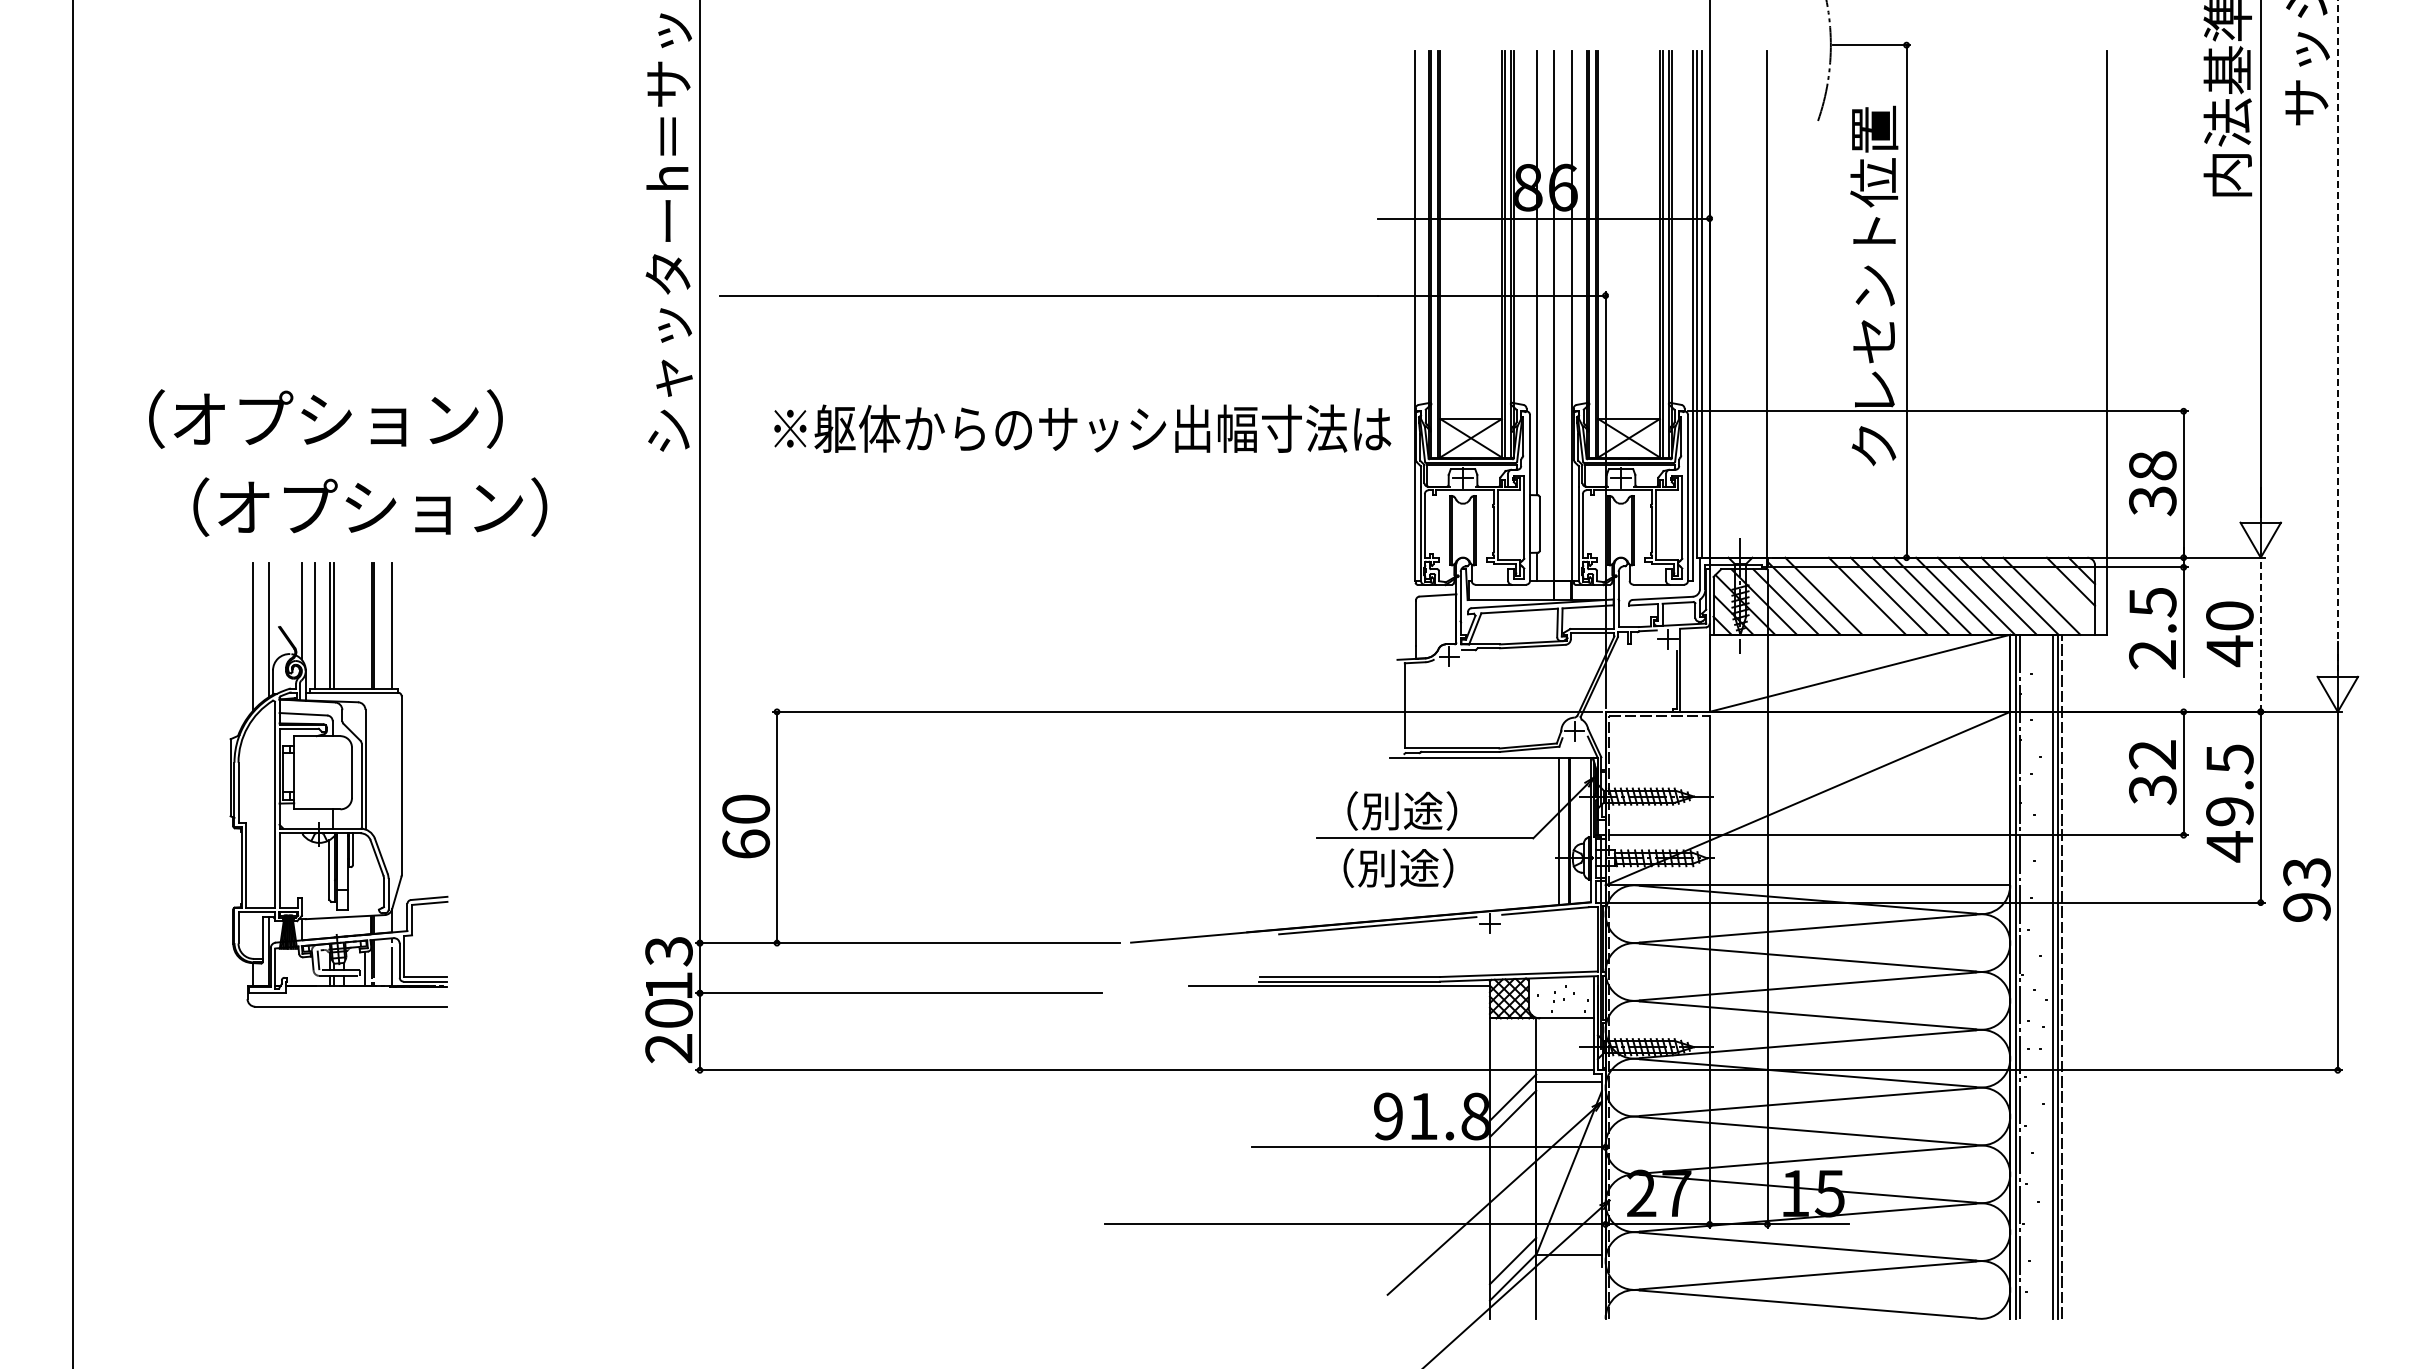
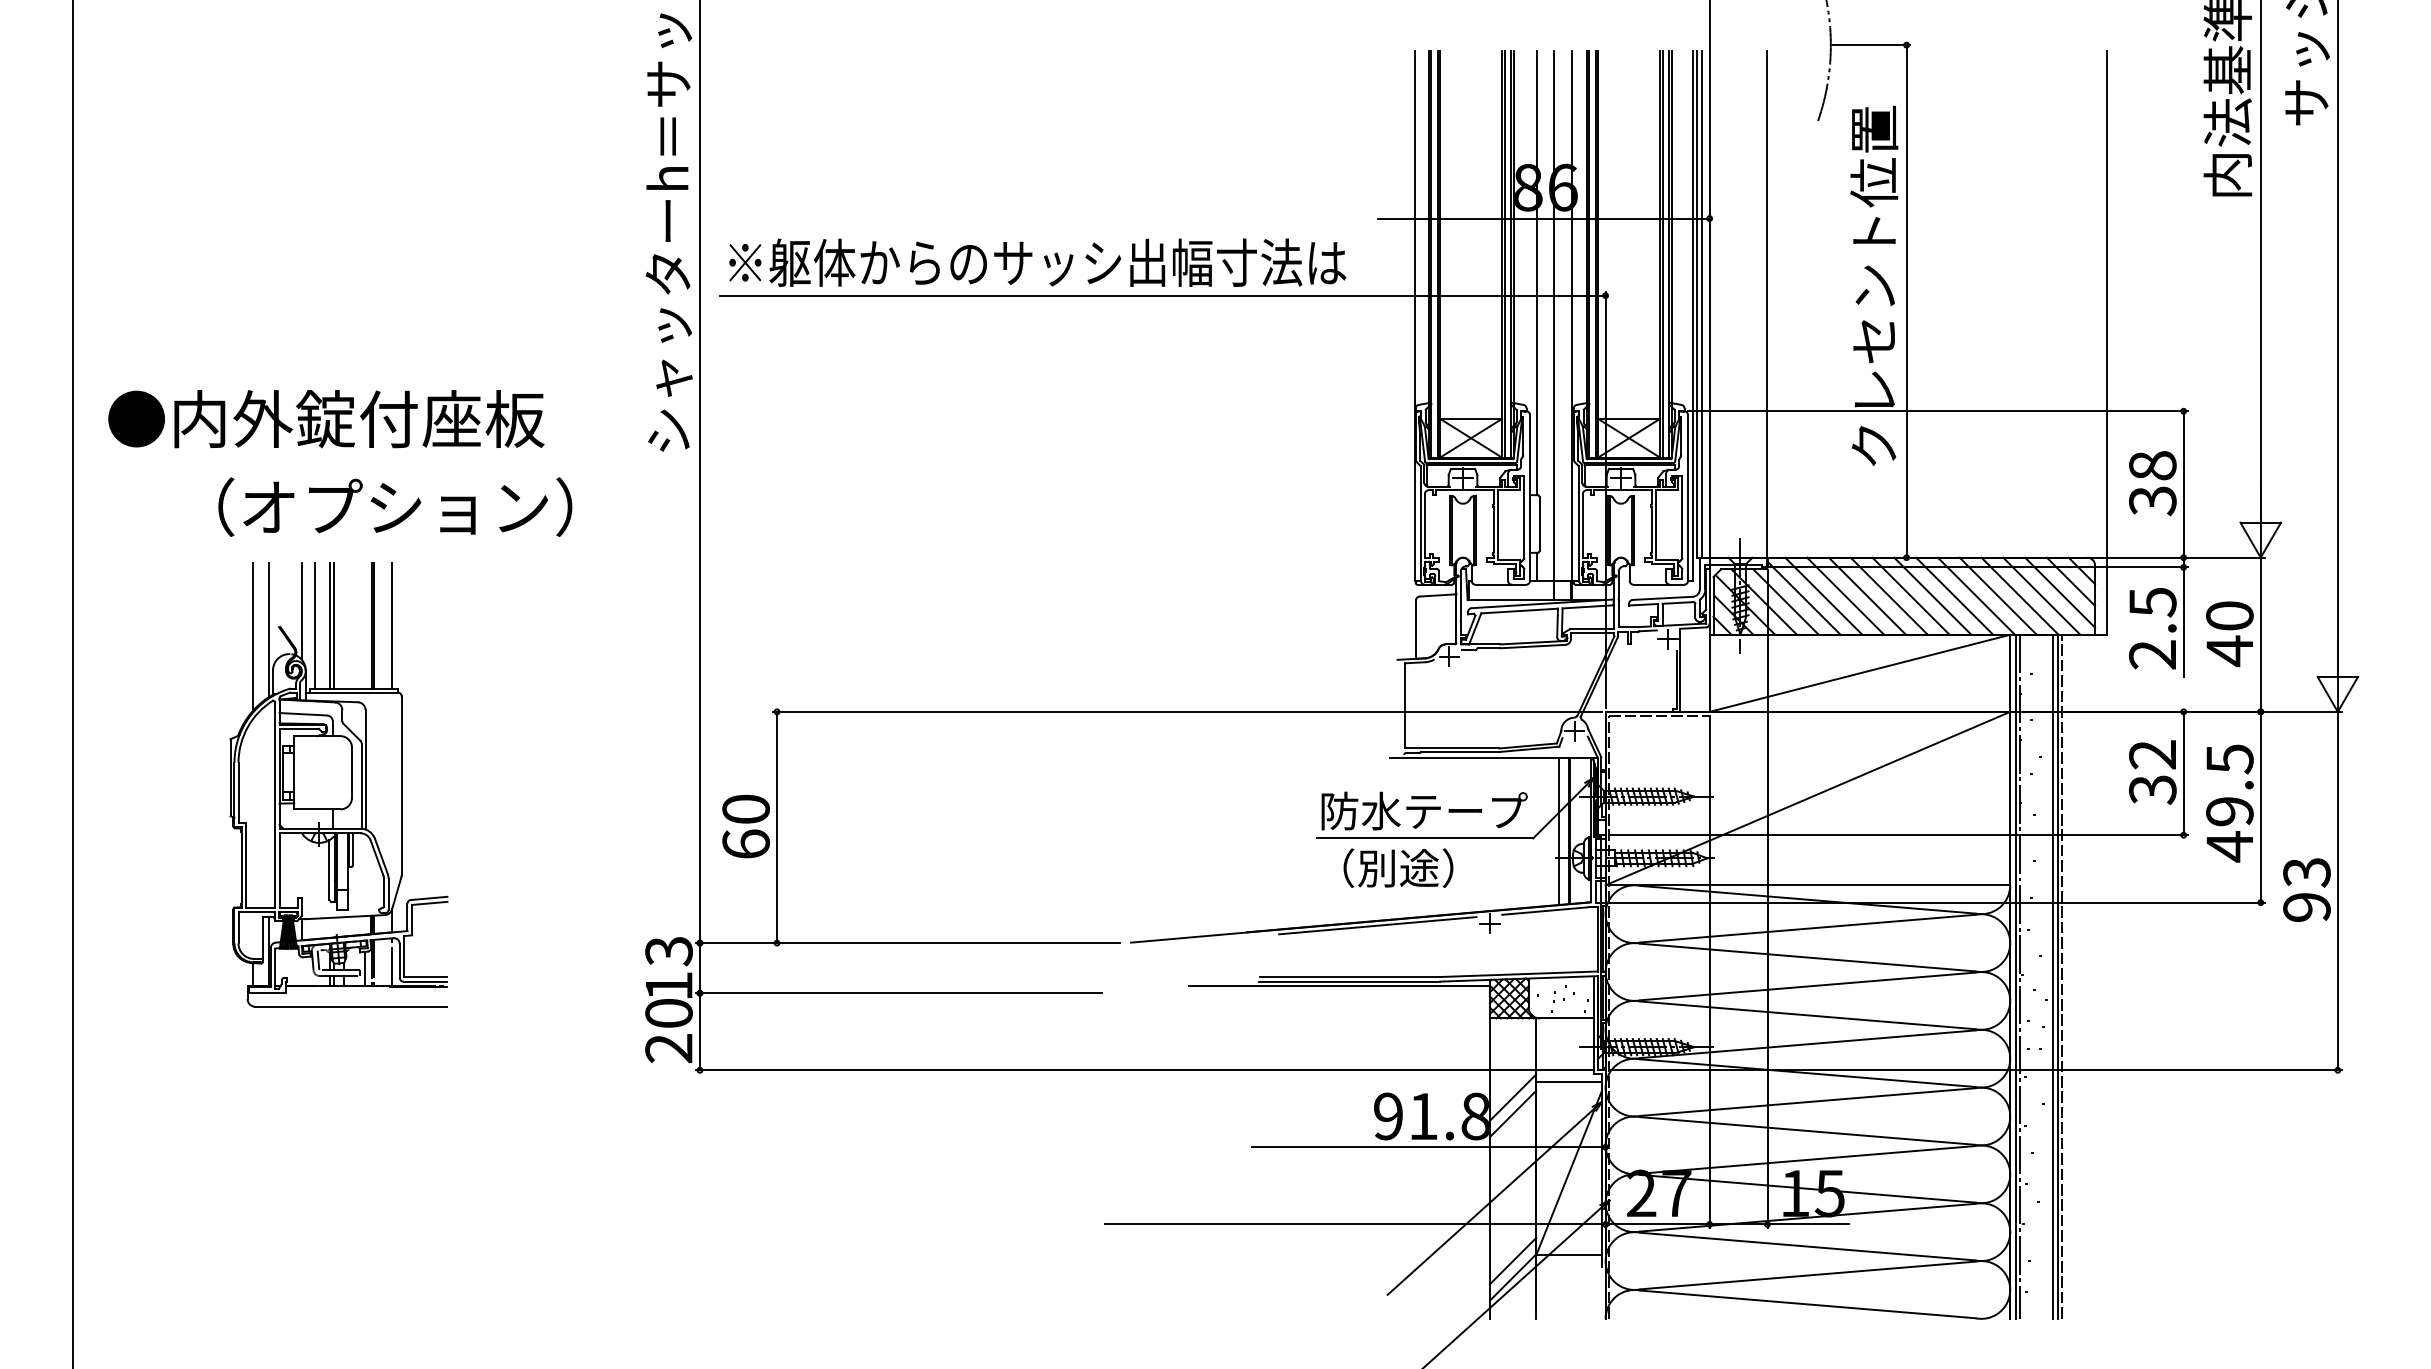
line at (2337, 336): dashed -> solid
text at (326, 418): （オプション） -> ●内外錠付座板
text at (1082, 428) position: (1082, 428) -> (1037, 262)
text at (370, 506) position: (370, 506) -> (395, 506)
line at (2060, 592): none -> present
line at (1845, 595): none -> present
line at (2260, 634): dashed -> solid
text at (1424, 810): （別途） -> 防水テープ
